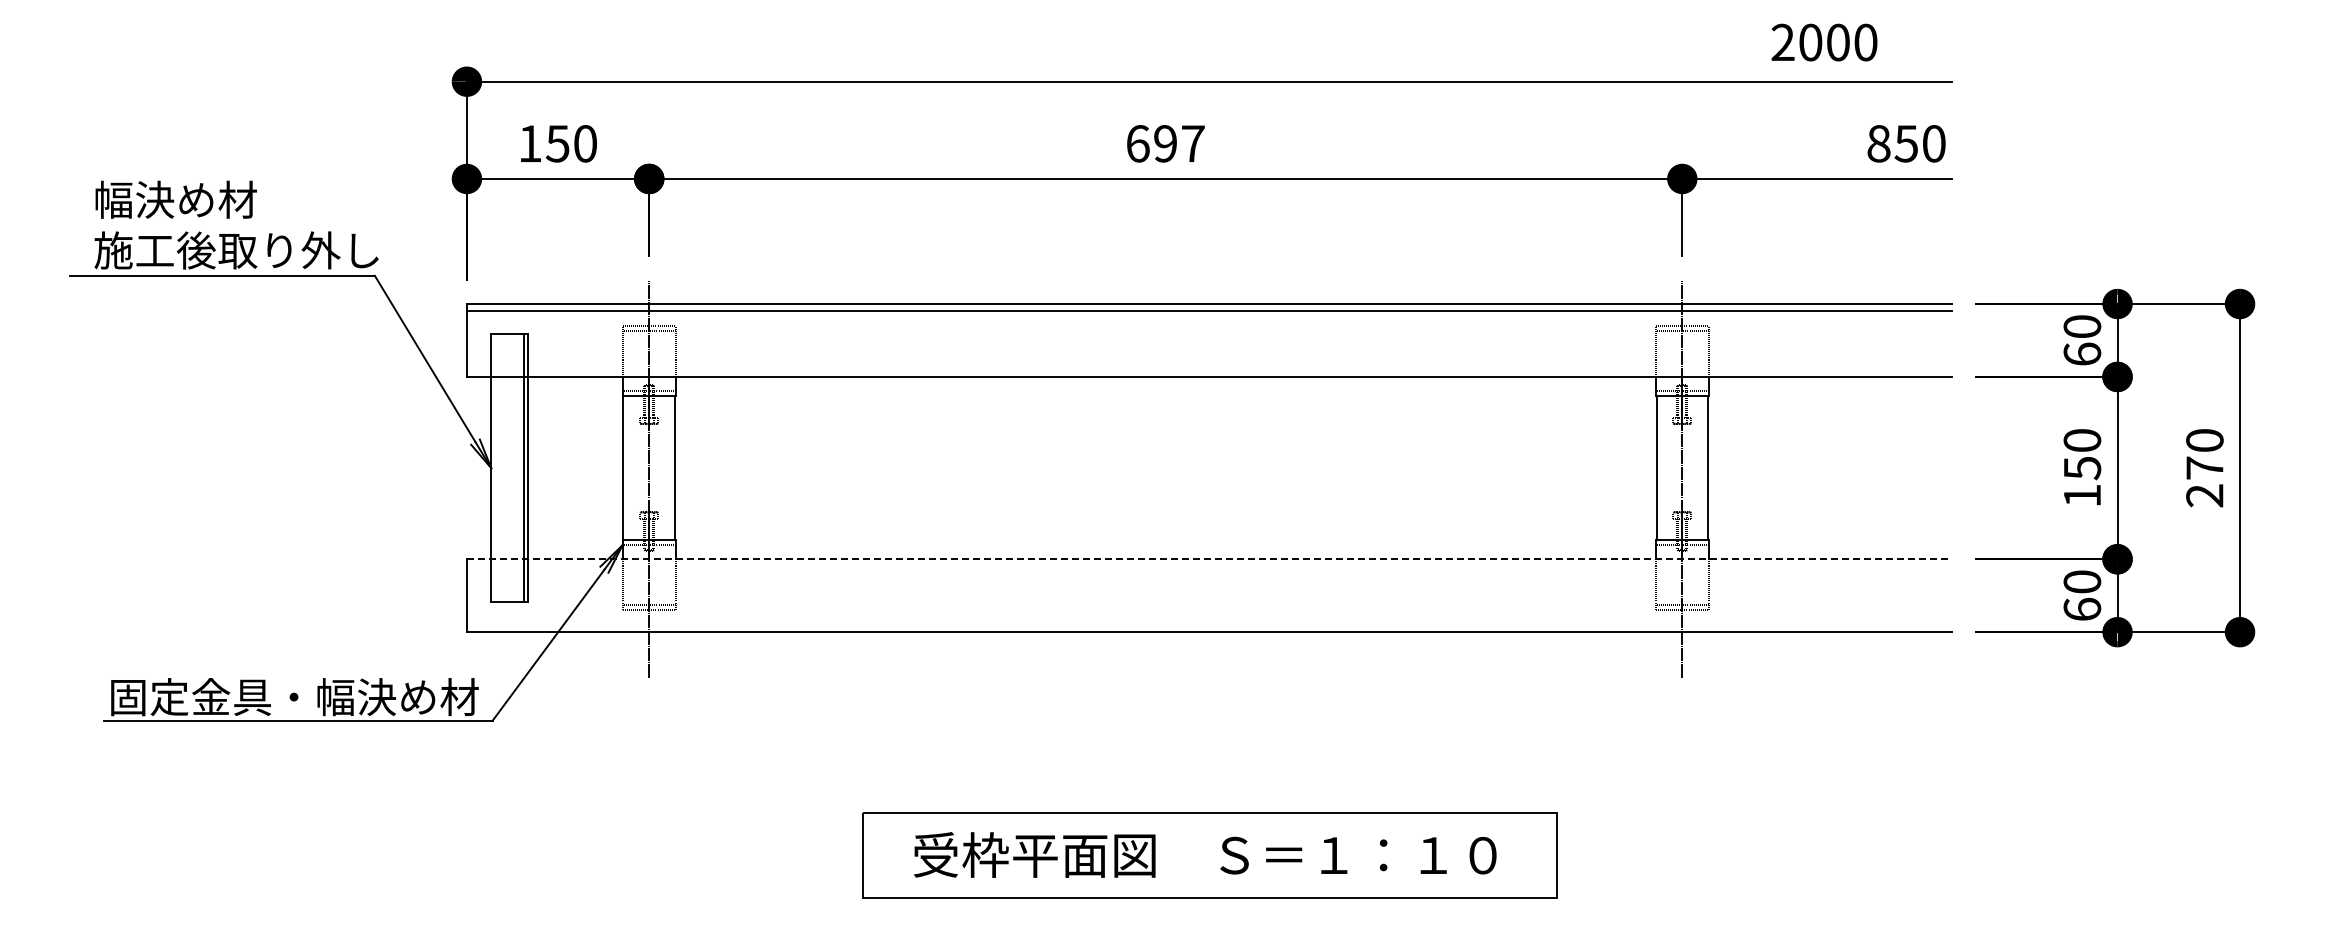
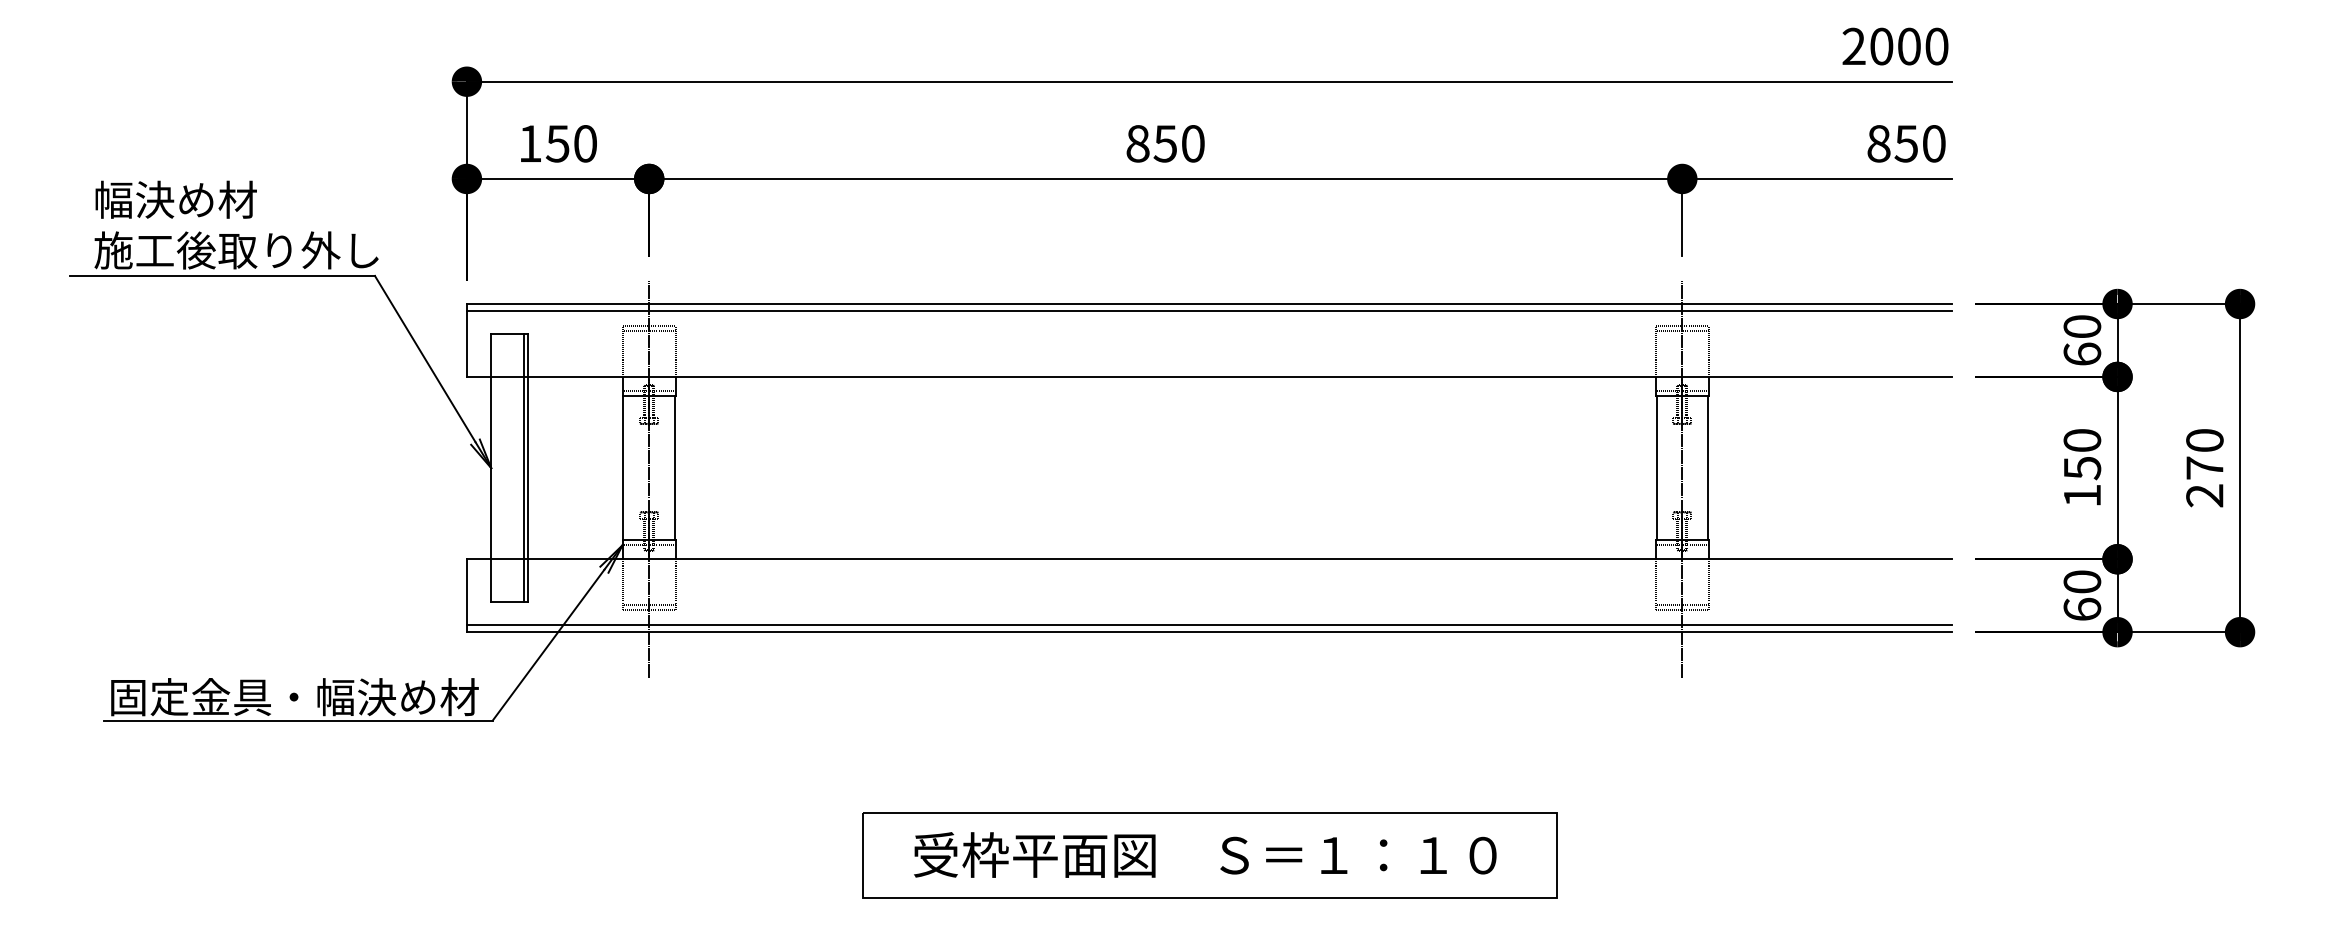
text at (1824, 42) position: (1824, 42) -> (1895, 46)
text at (1165, 143): 697 -> 850
line at (1209, 559): dashed -> solid
line at (1209, 624): none -> present
